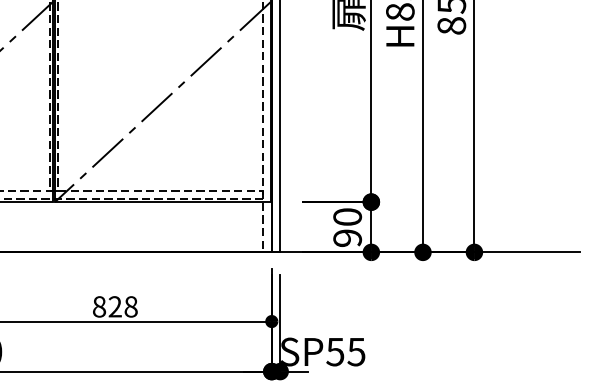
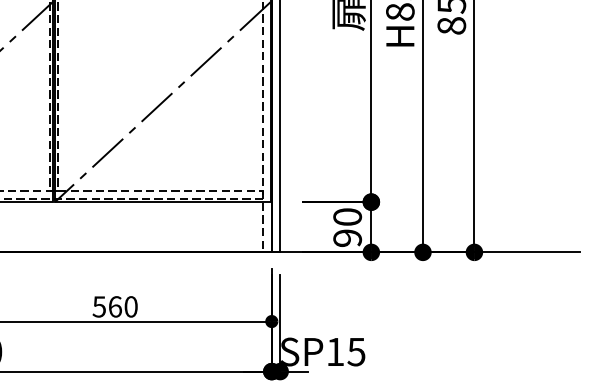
text at (114, 306): 828 -> 560
text at (335, 352): SP55 -> SP15
